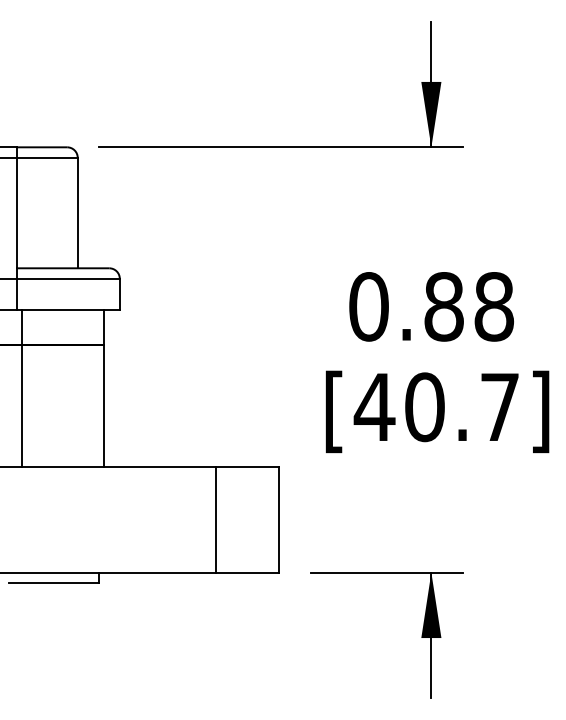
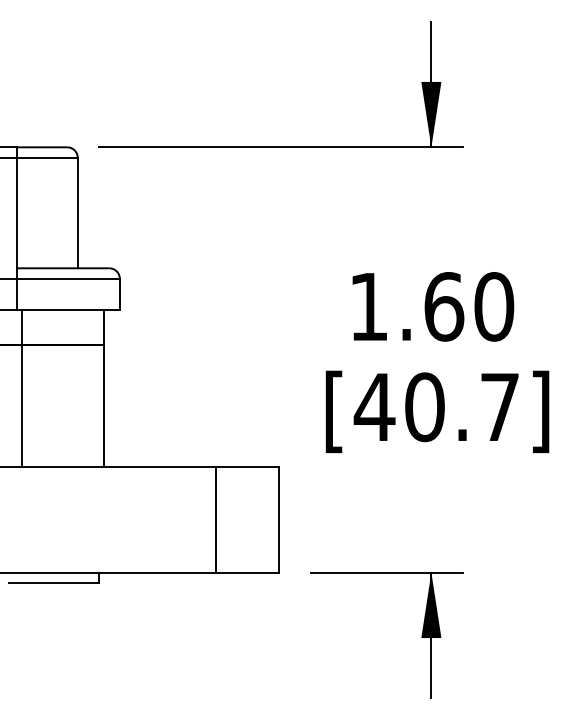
text at (431, 306): 0.88 -> 1.60
